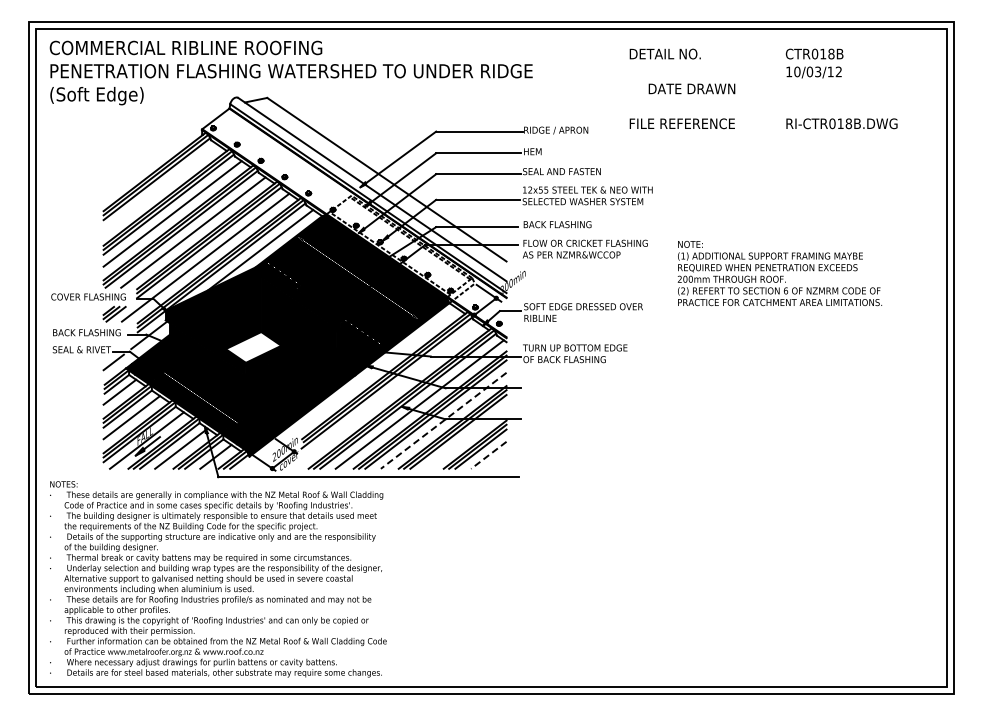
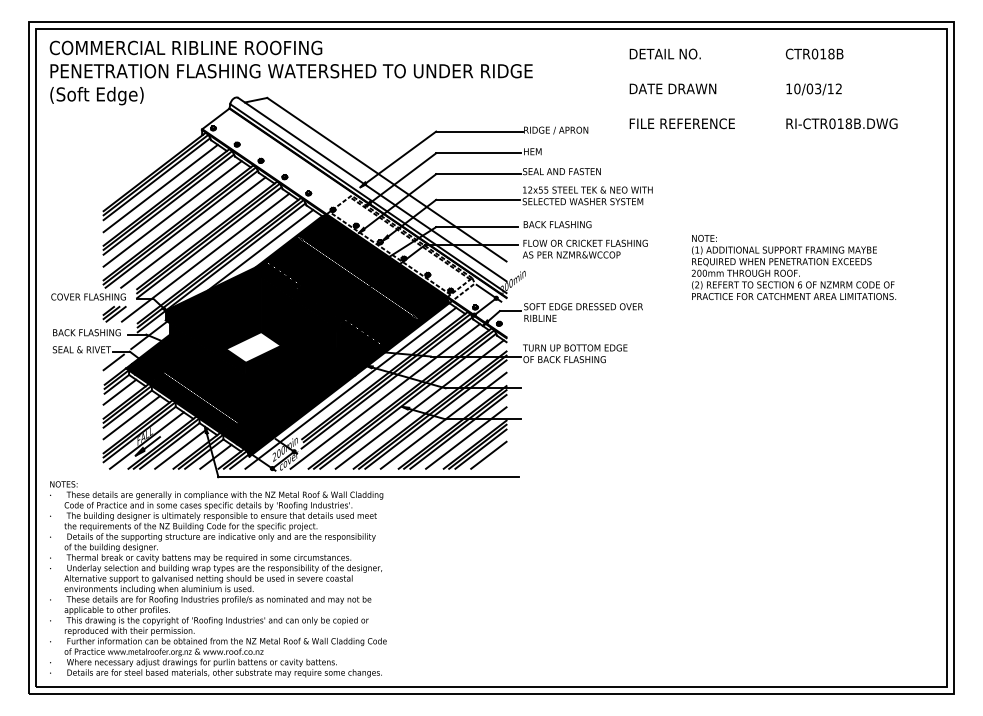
text at (813, 72) position: (813, 72) -> (813, 89)
text at (691, 88) position: (691, 88) -> (672, 88)
line at (160, 188): none -> present
text at (779, 273) position: (779, 273) -> (793, 267)
line at (350, 387): none -> present
line at (385, 396): none -> present
line at (443, 421): dashed -> solid
line at (466, 437): none -> present
line at (488, 455): dashed -> solid
